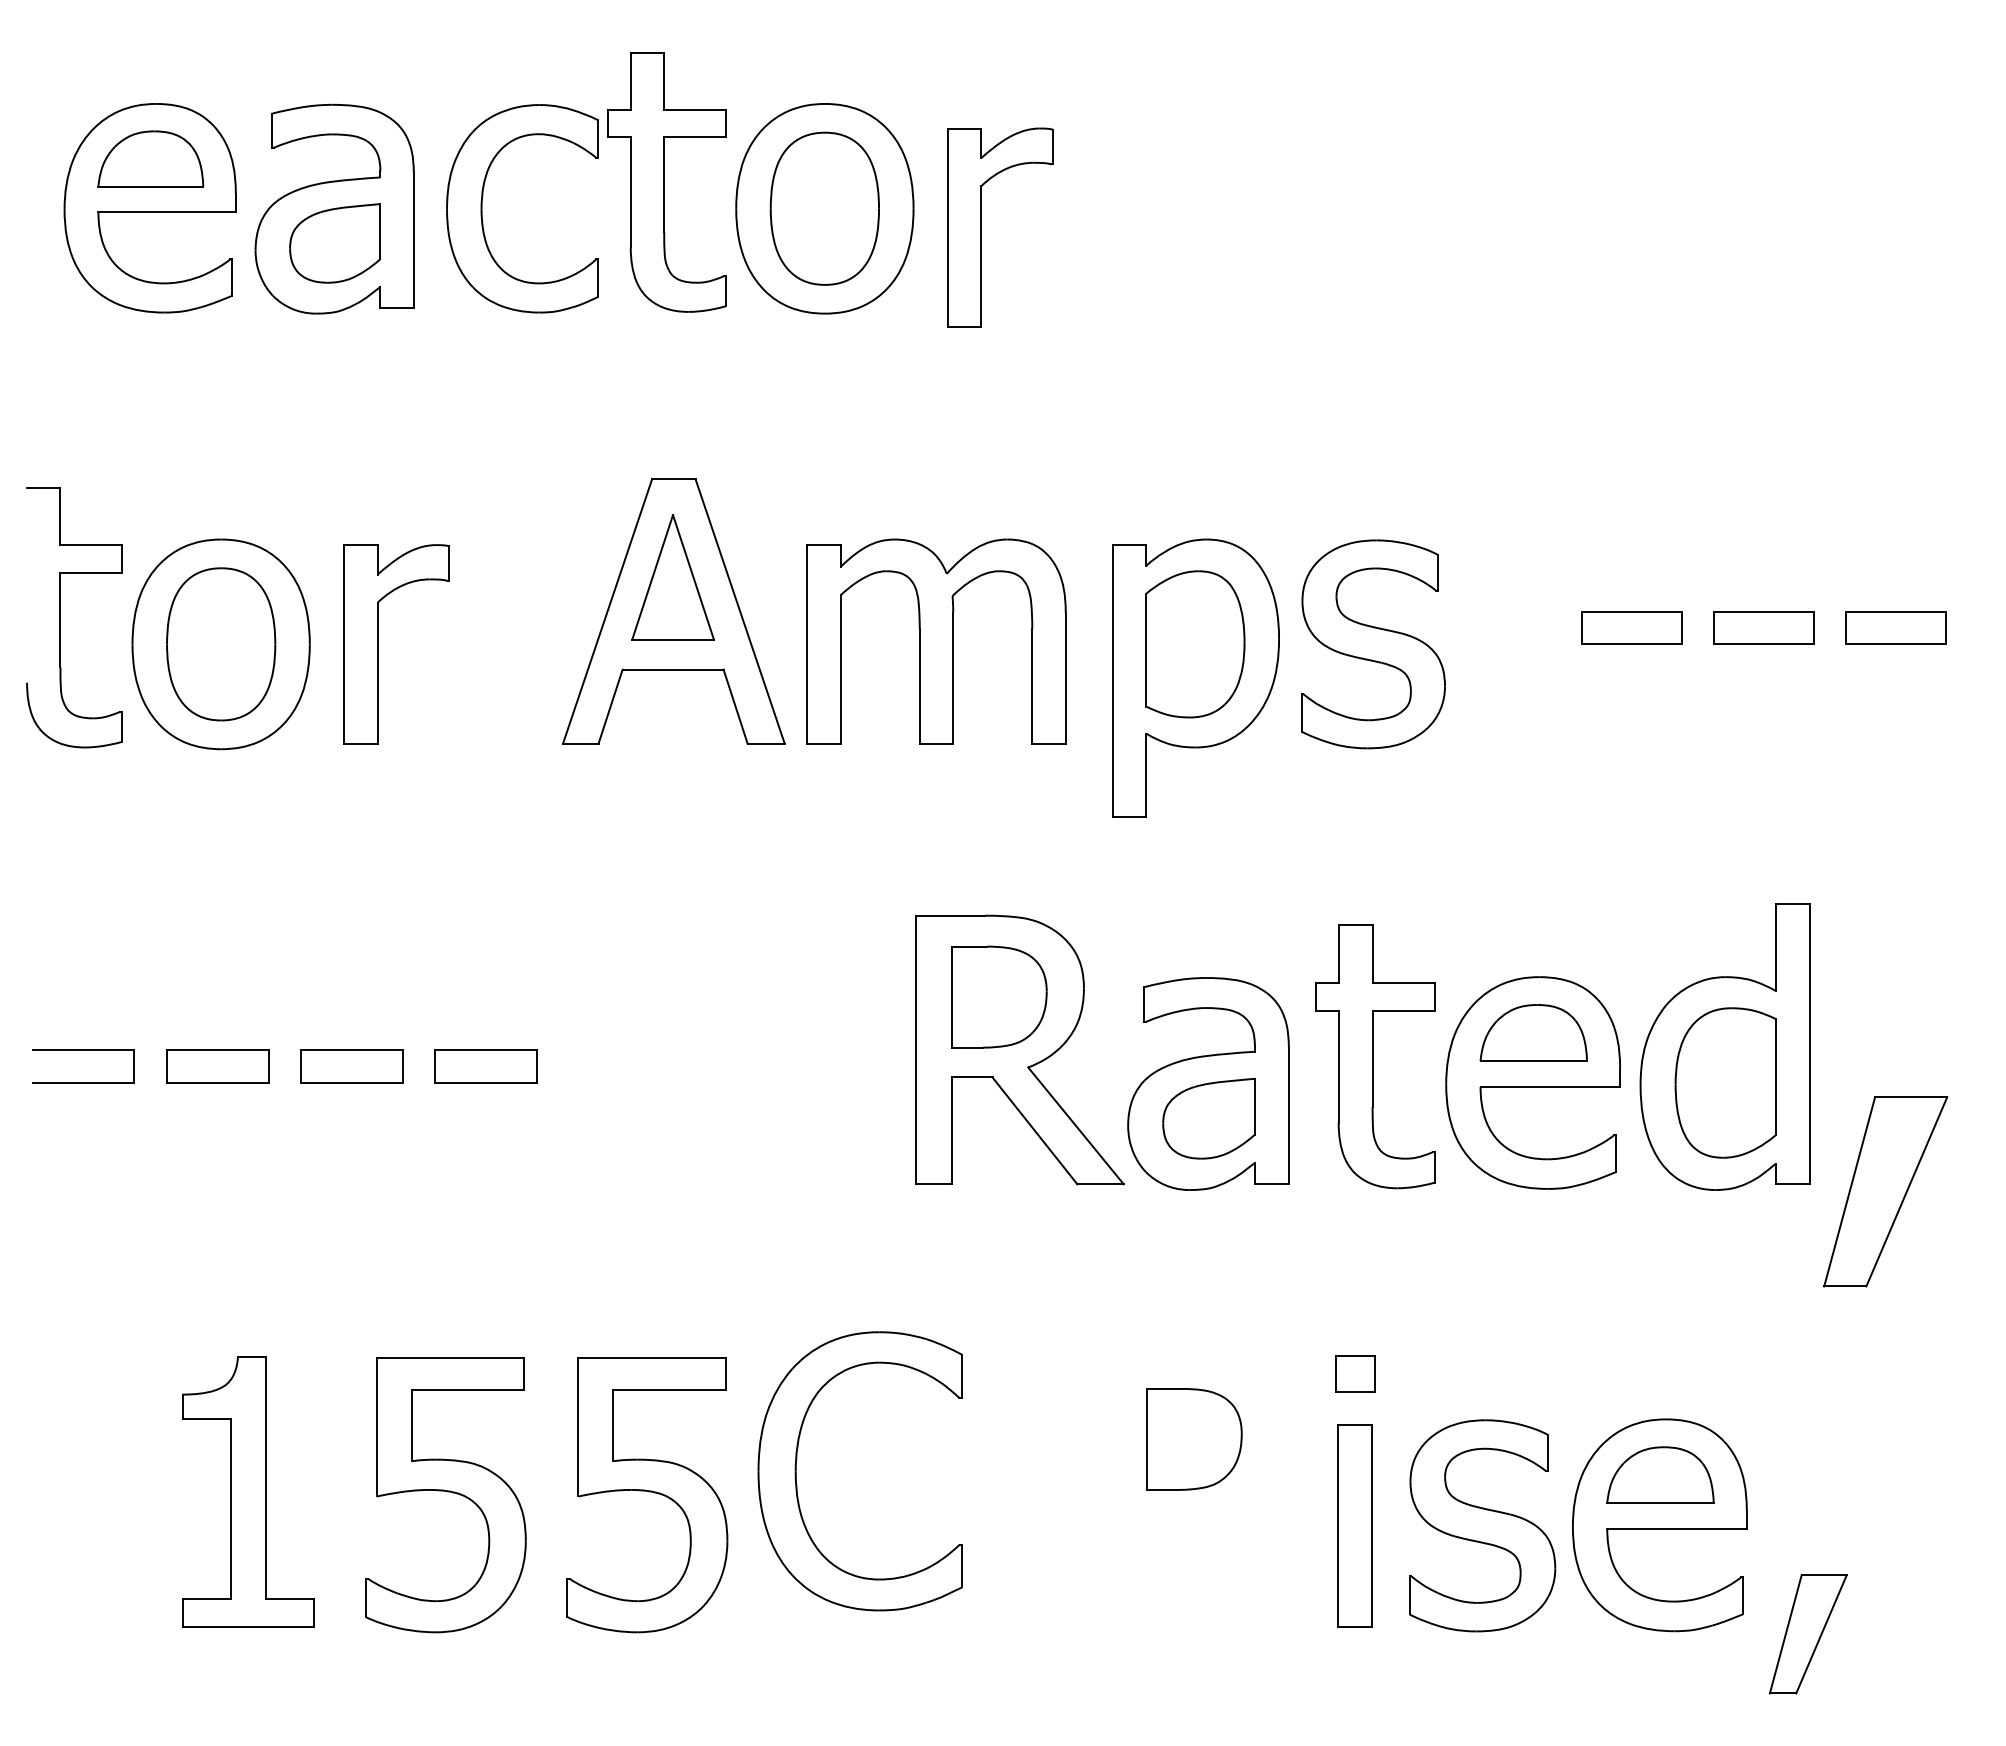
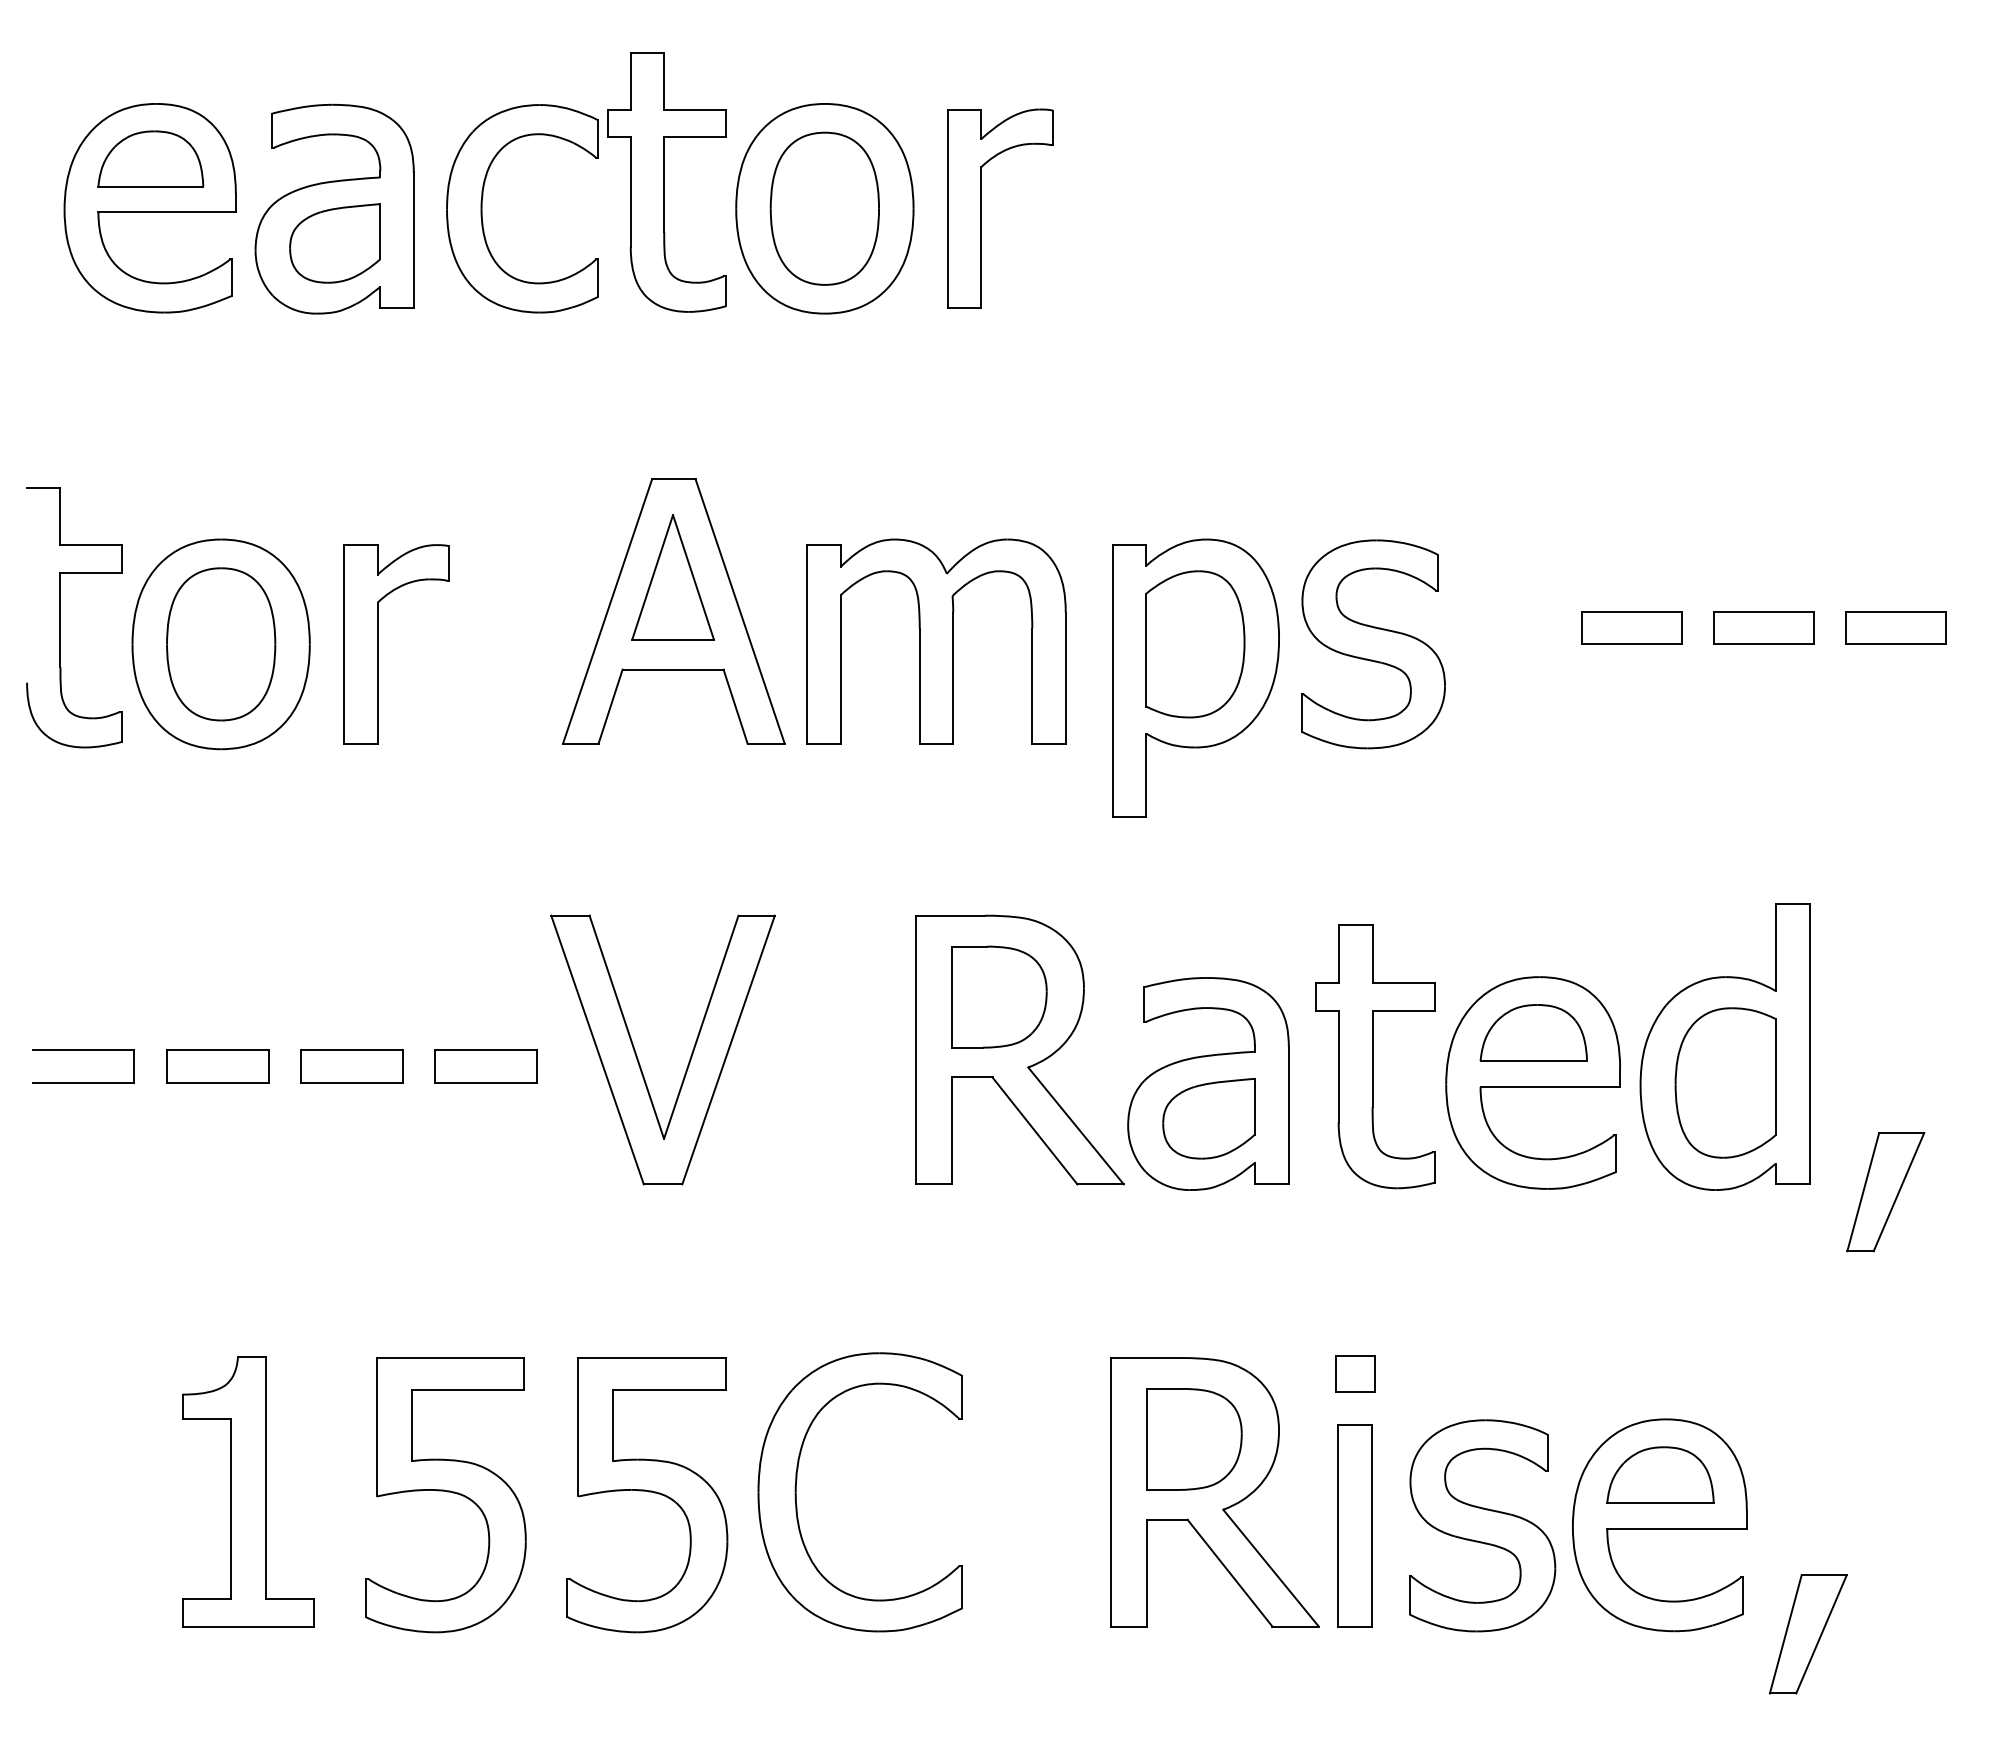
part at (981, 227) position: (981, 227) -> (981, 208)
part at (638, 1058): none -> present
part at (1885, 1191) size: 126x192 px -> 80x121 px
part at (796, 1471) position: (796, 1471) -> (796, 1492)
part at (1214, 1492): none -> present
